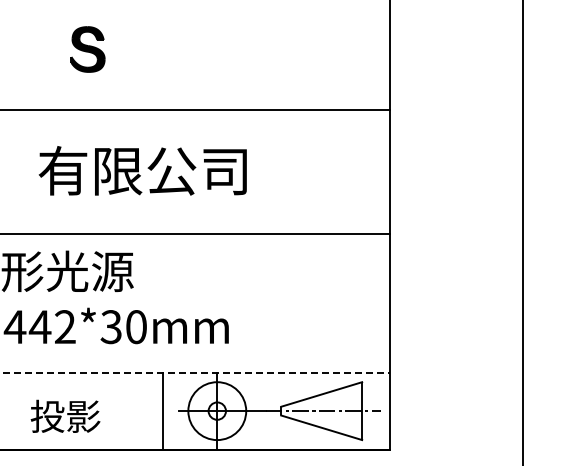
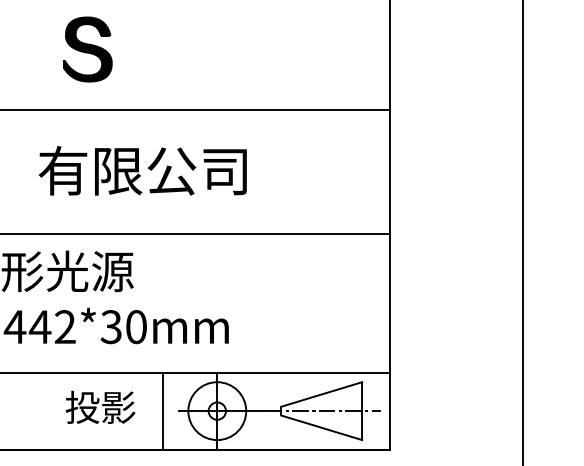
part at (87, 49) size: 36x47 px -> 50x67 px
line at (195, 372): dashed -> solid
text at (65, 415) position: (65, 415) -> (100, 406)
